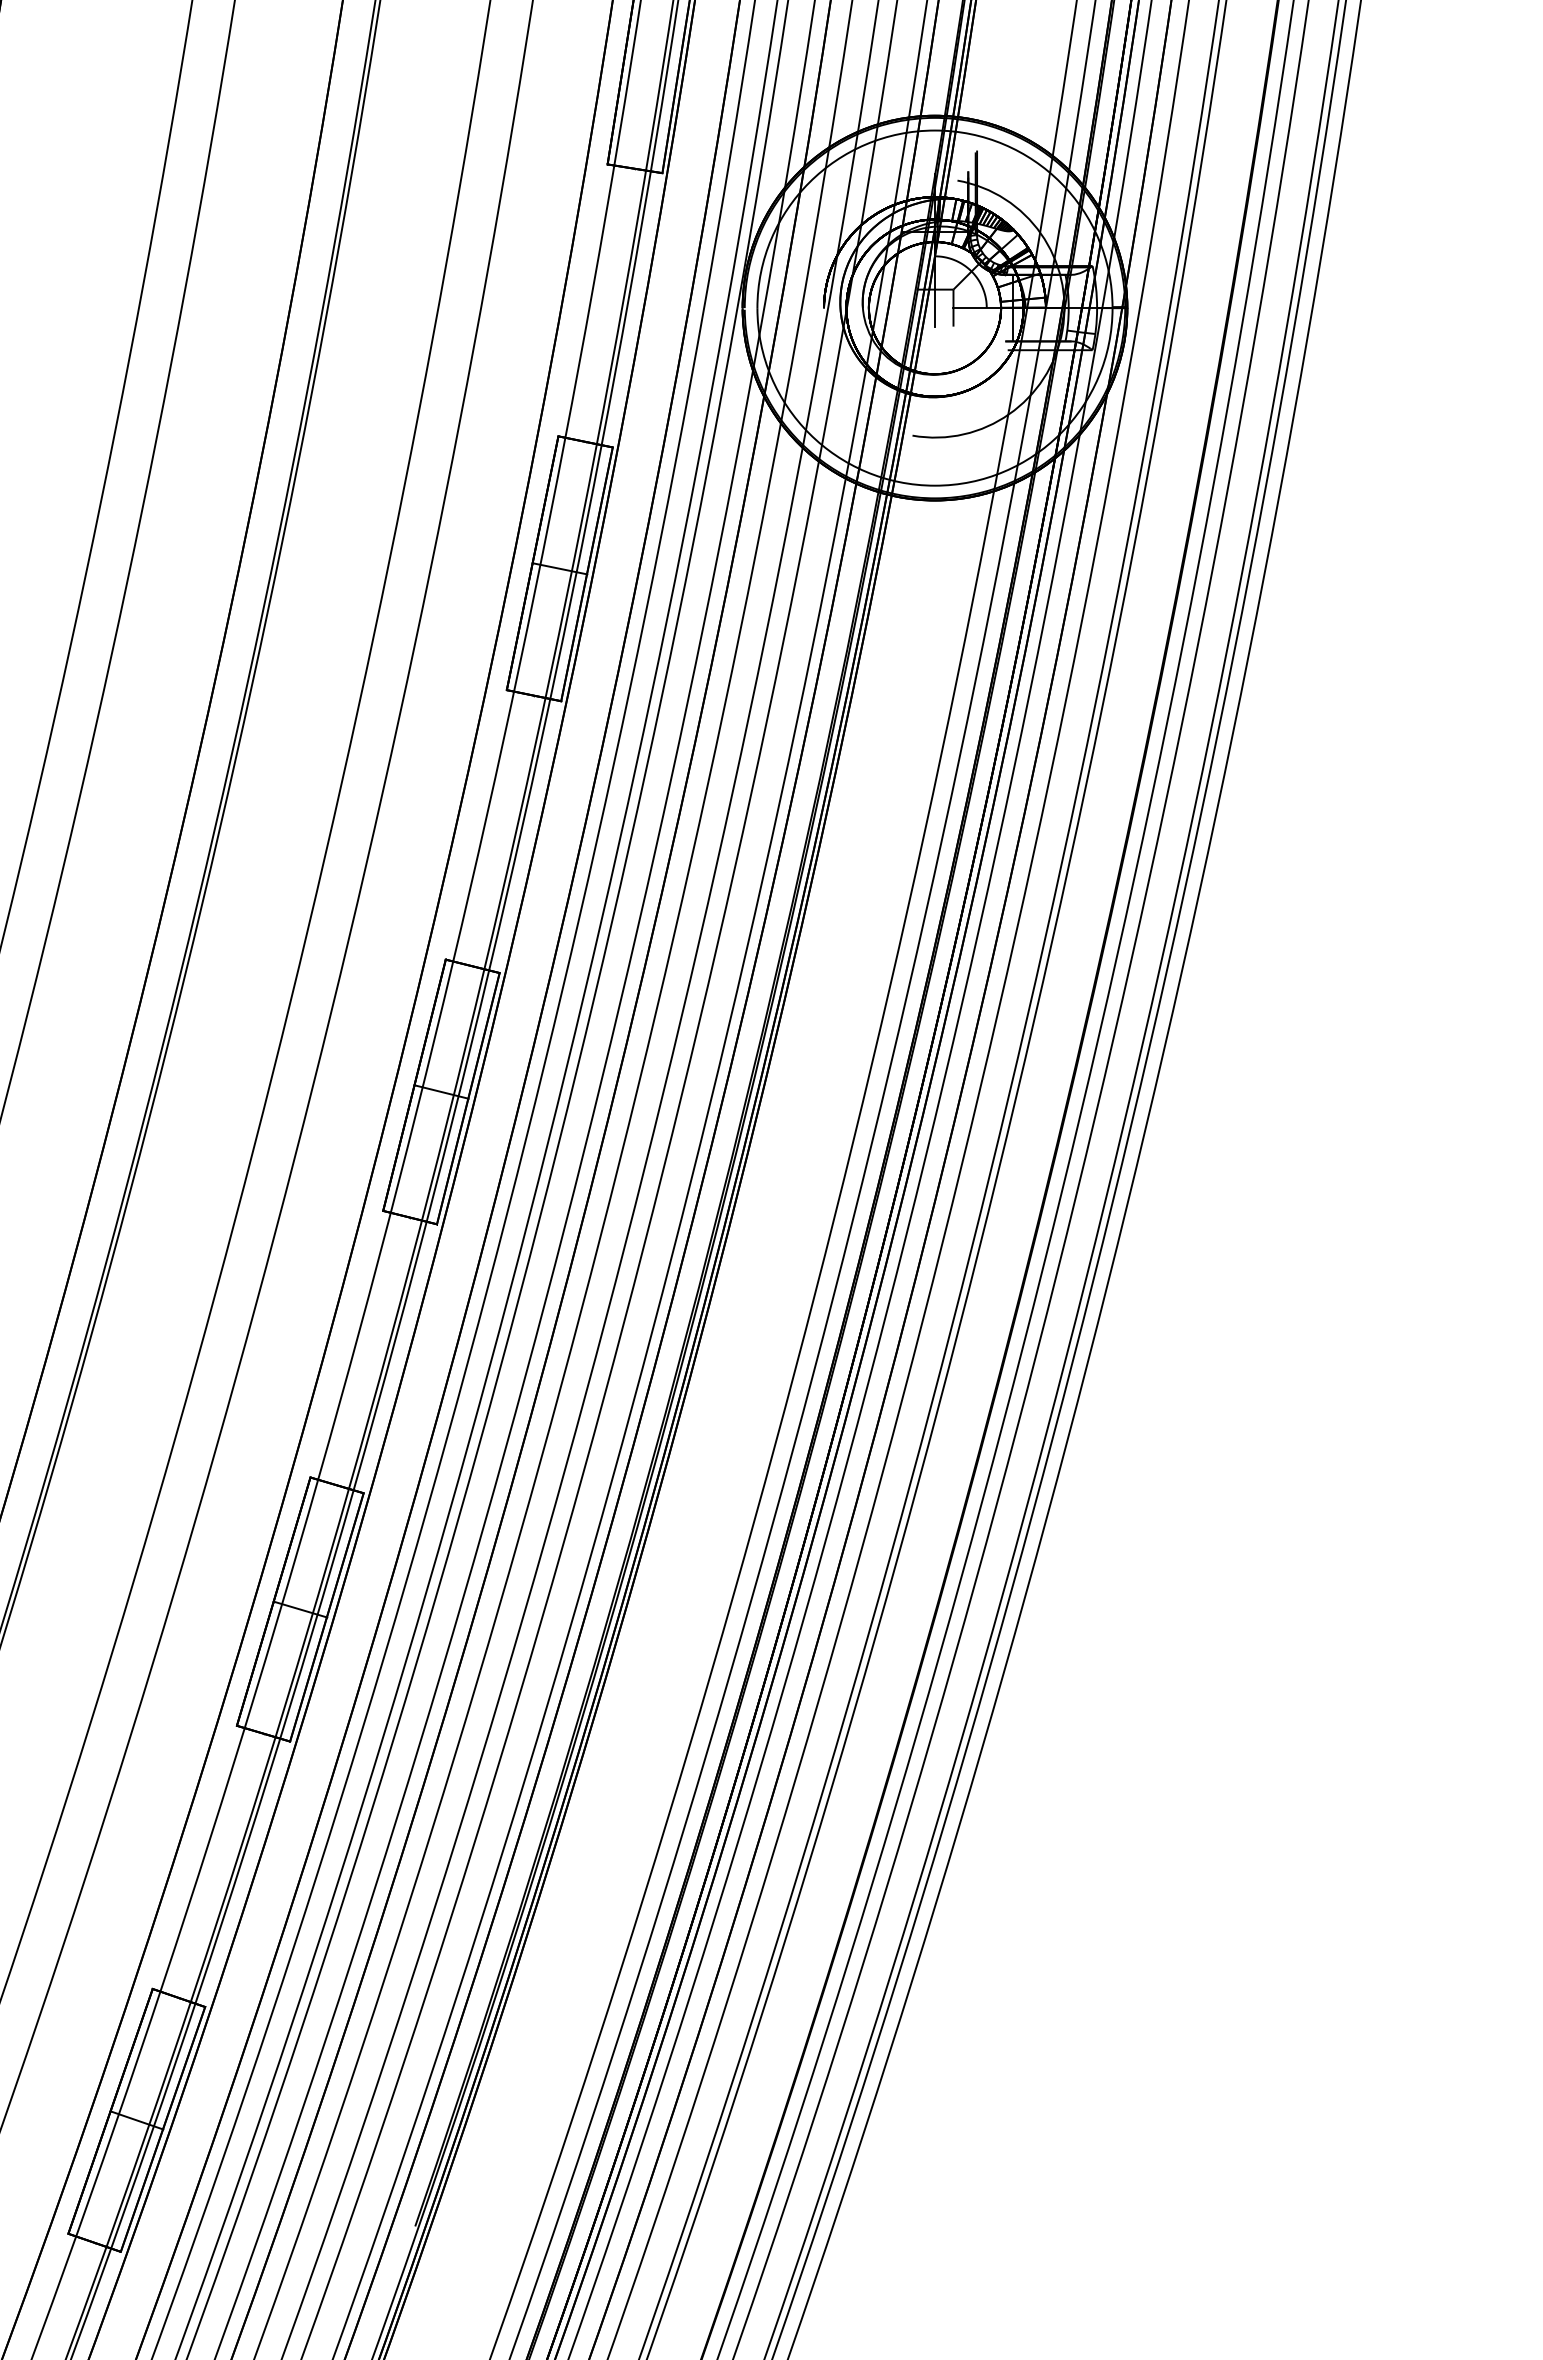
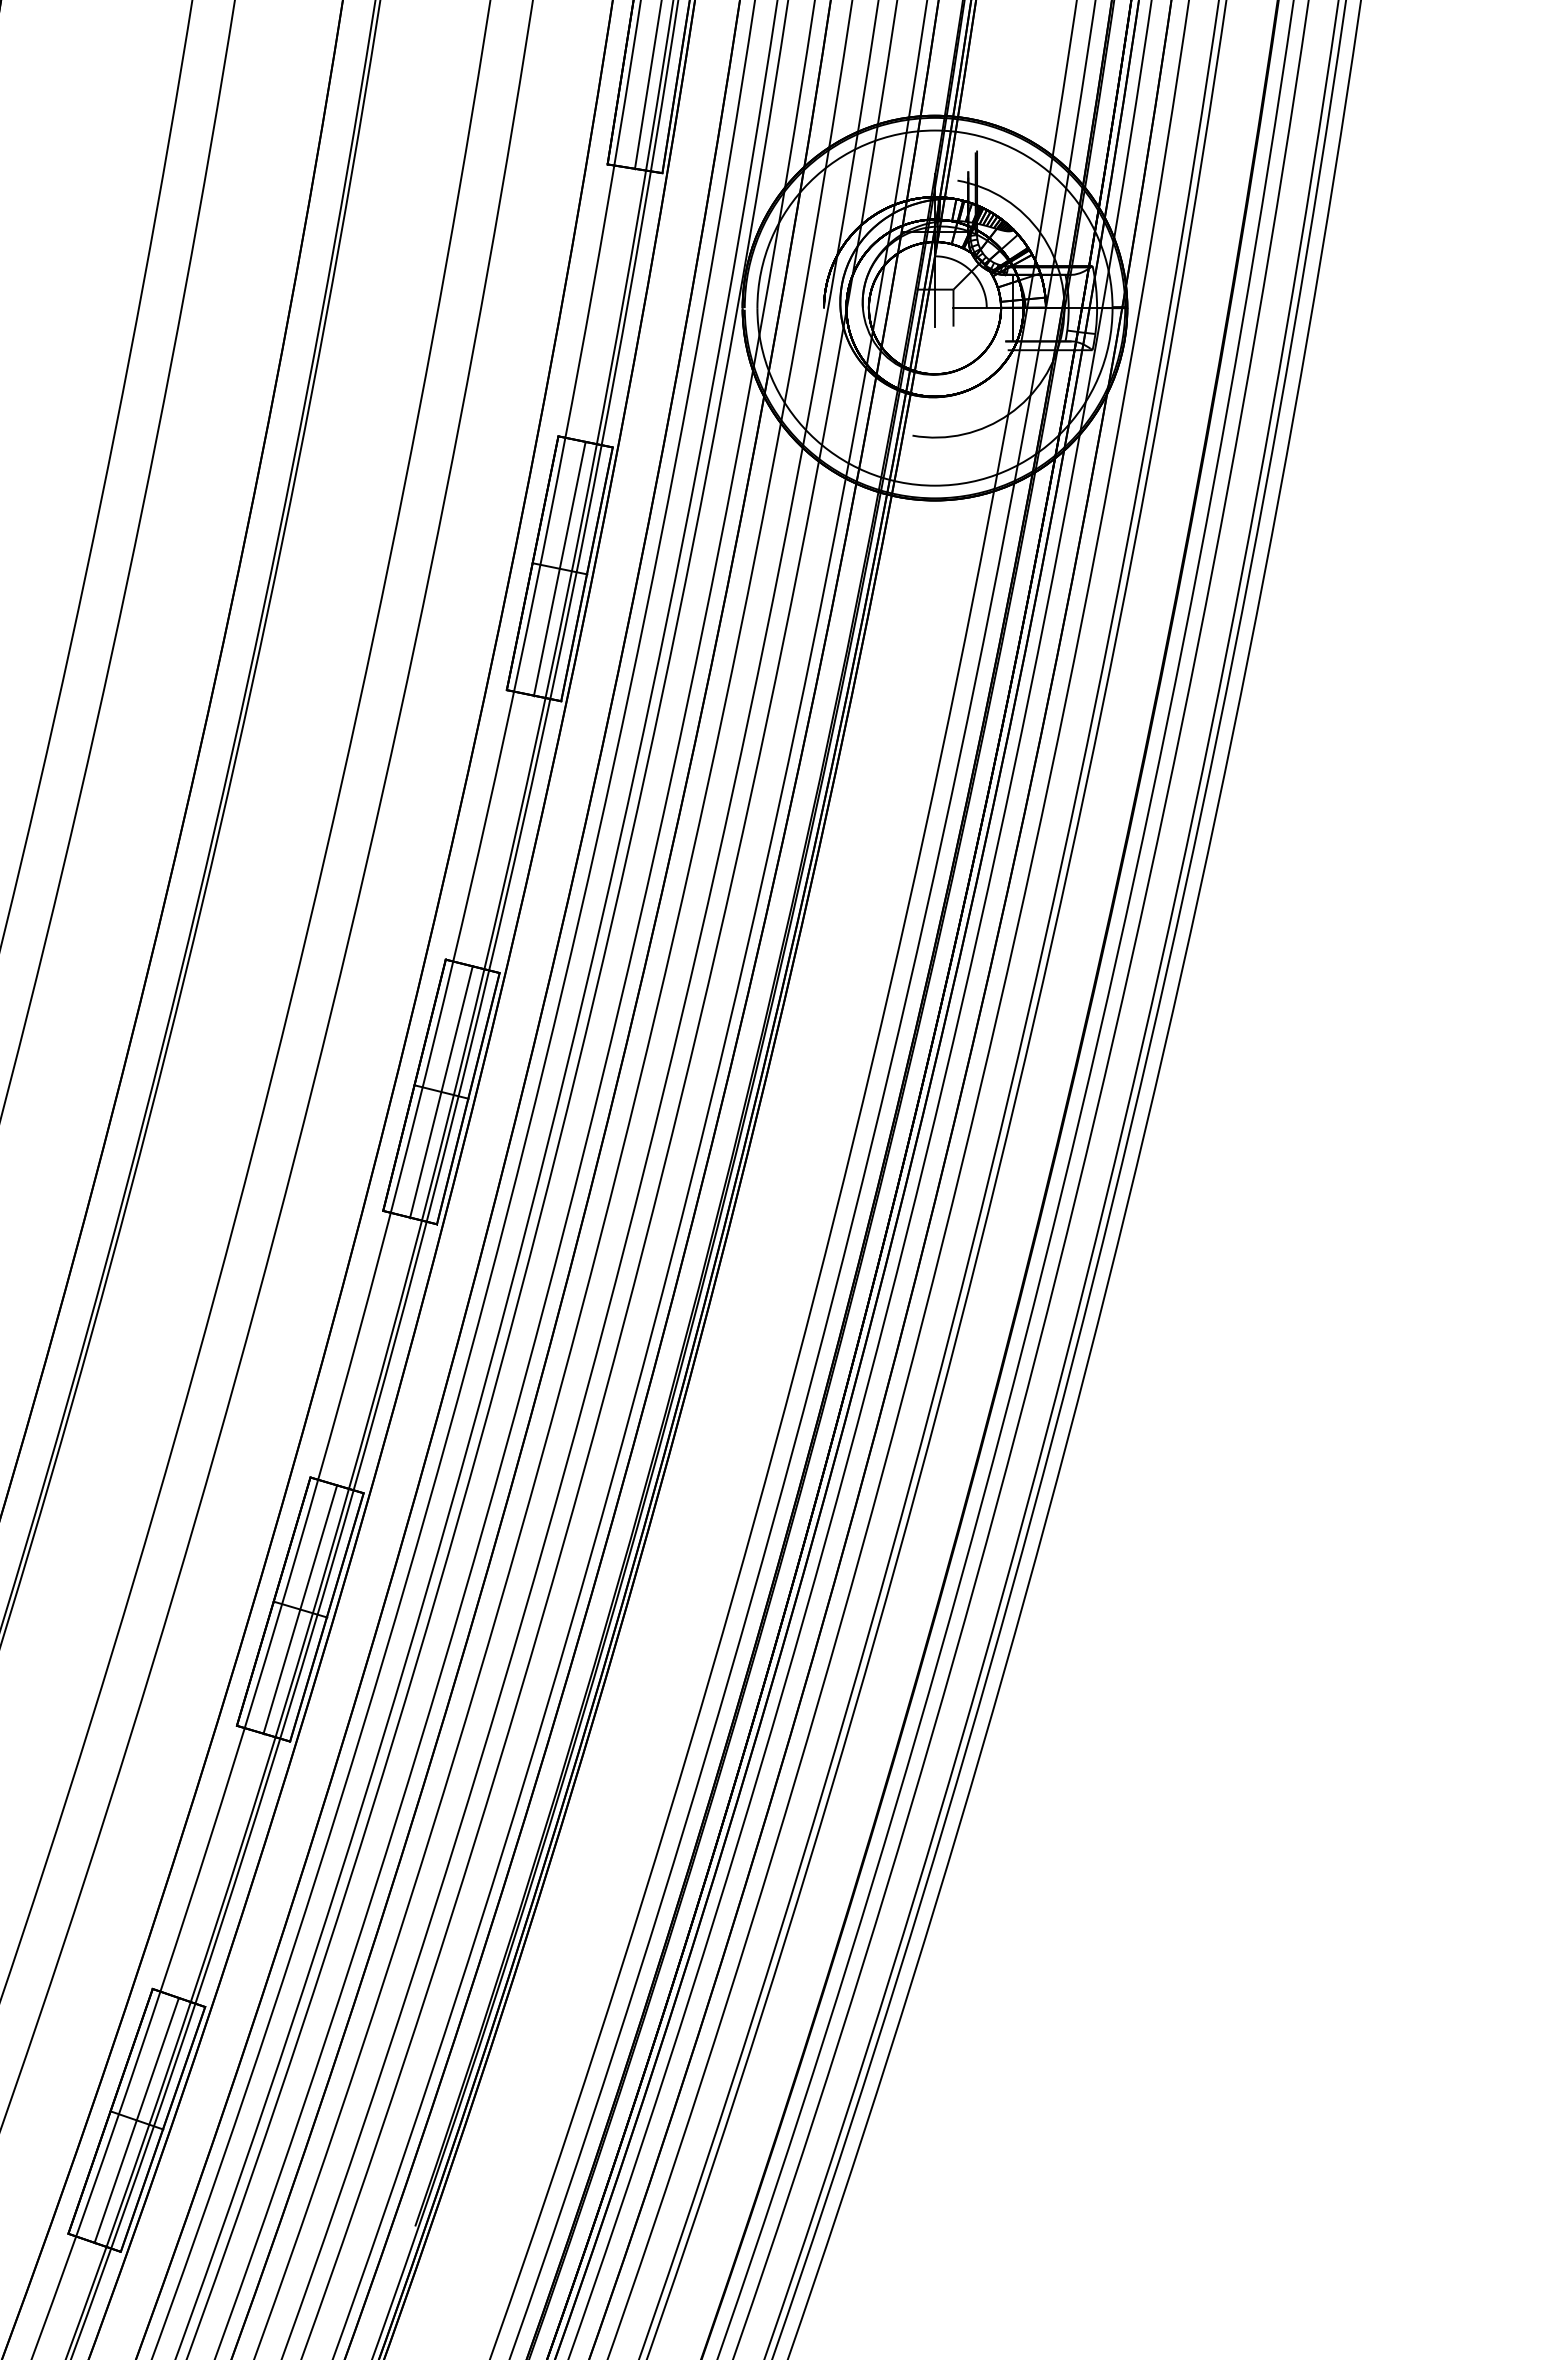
line at (647, 85): none -> present
line at (559, 568): none -> present
line at (441, 1091): none -> present
line at (300, 1609): none -> present
line at (136, 2120): none -> present
